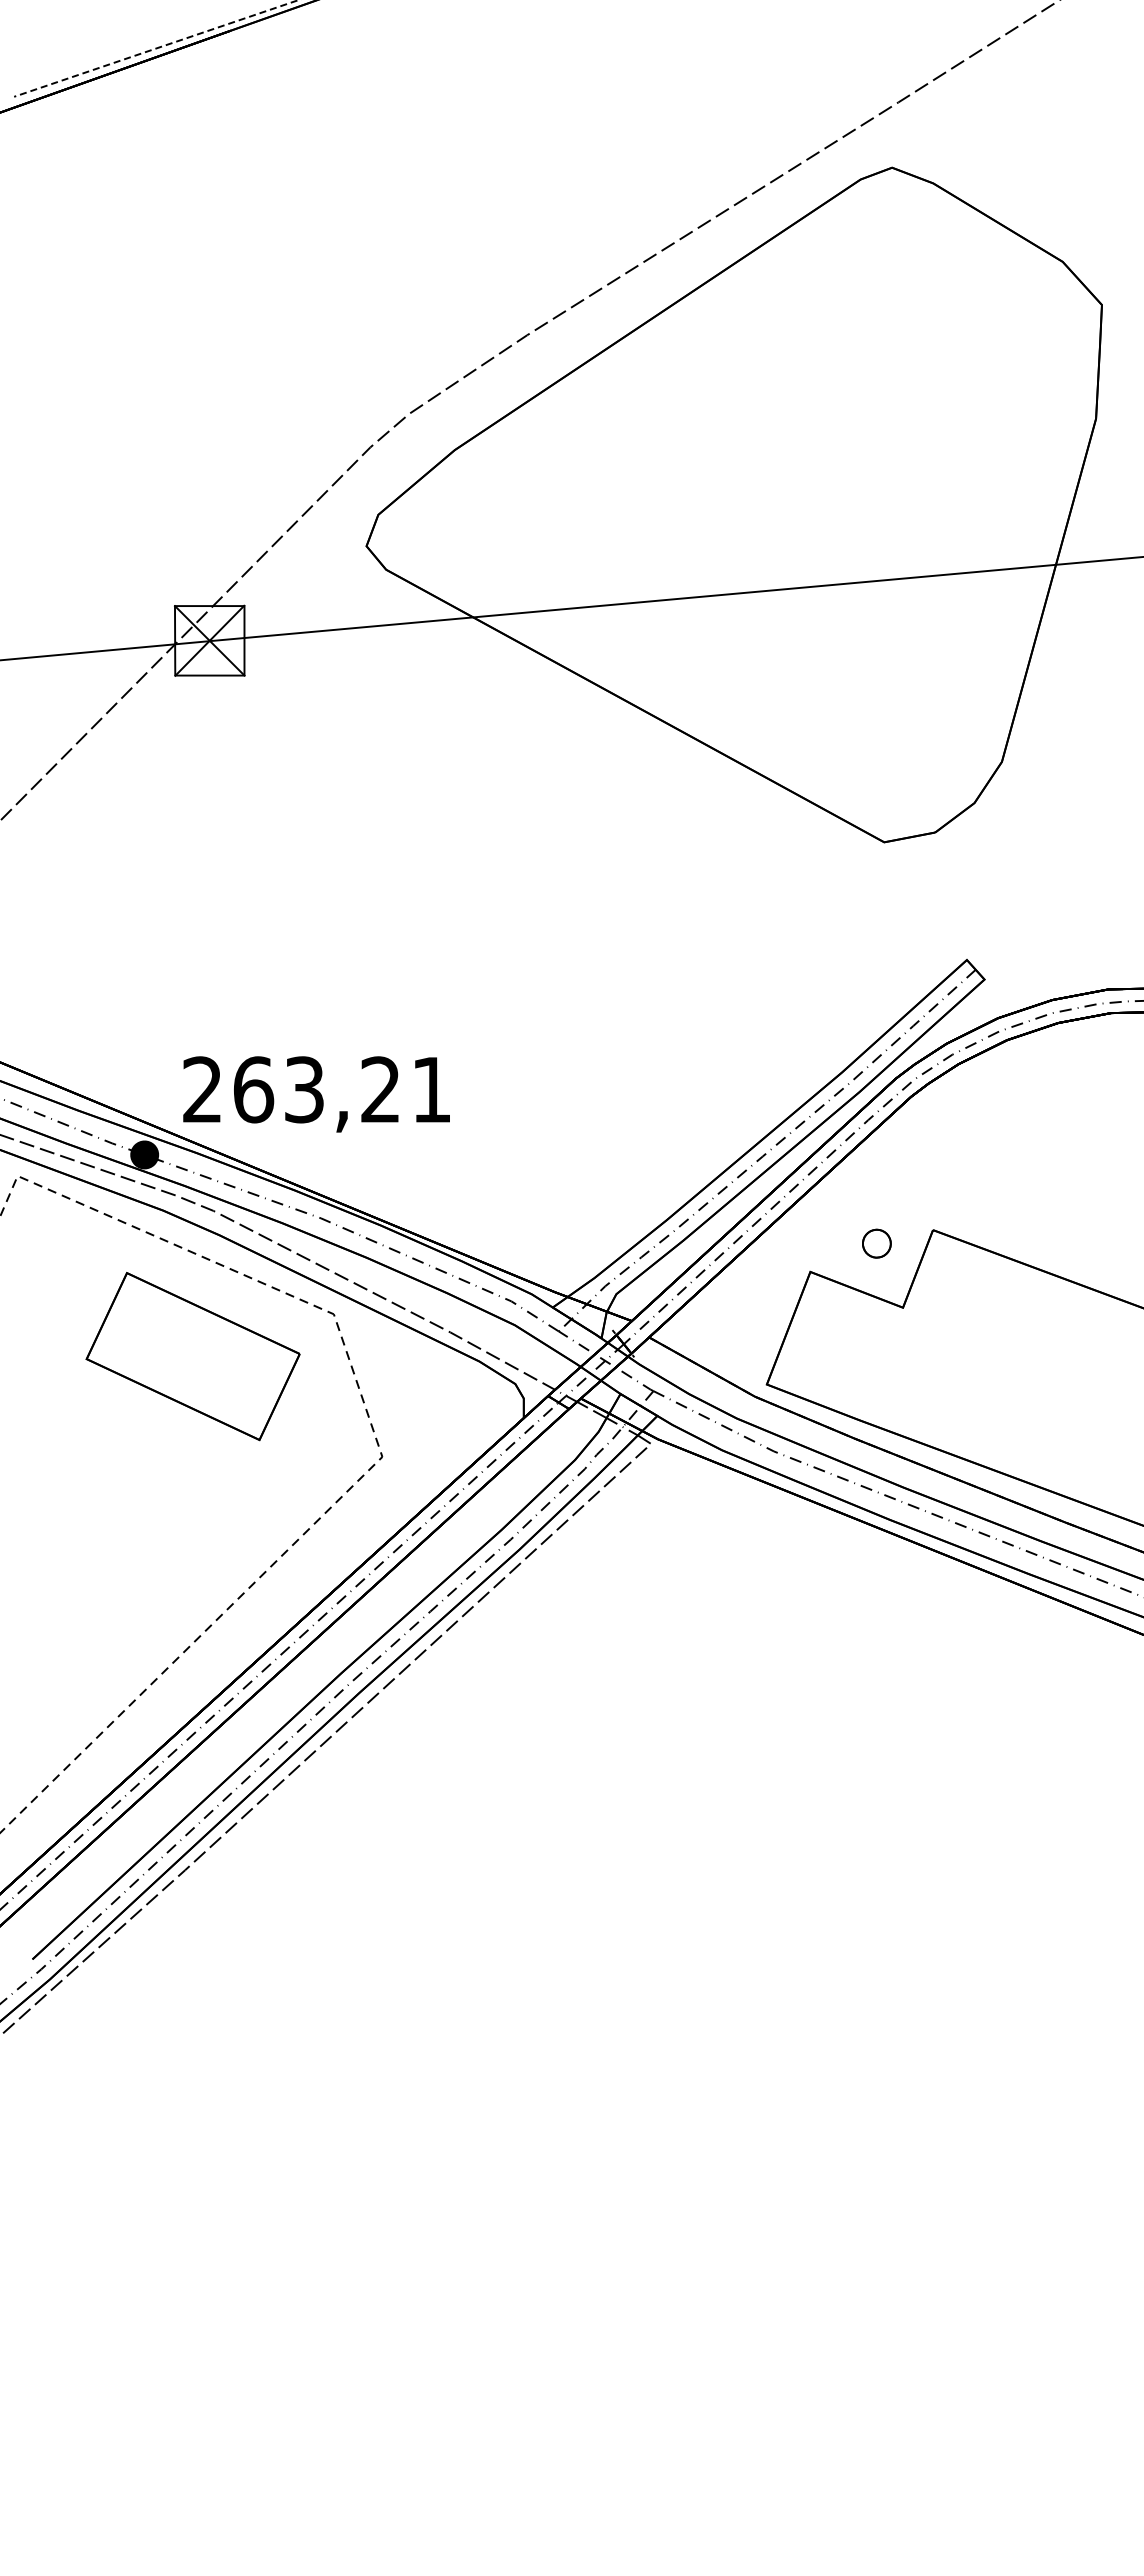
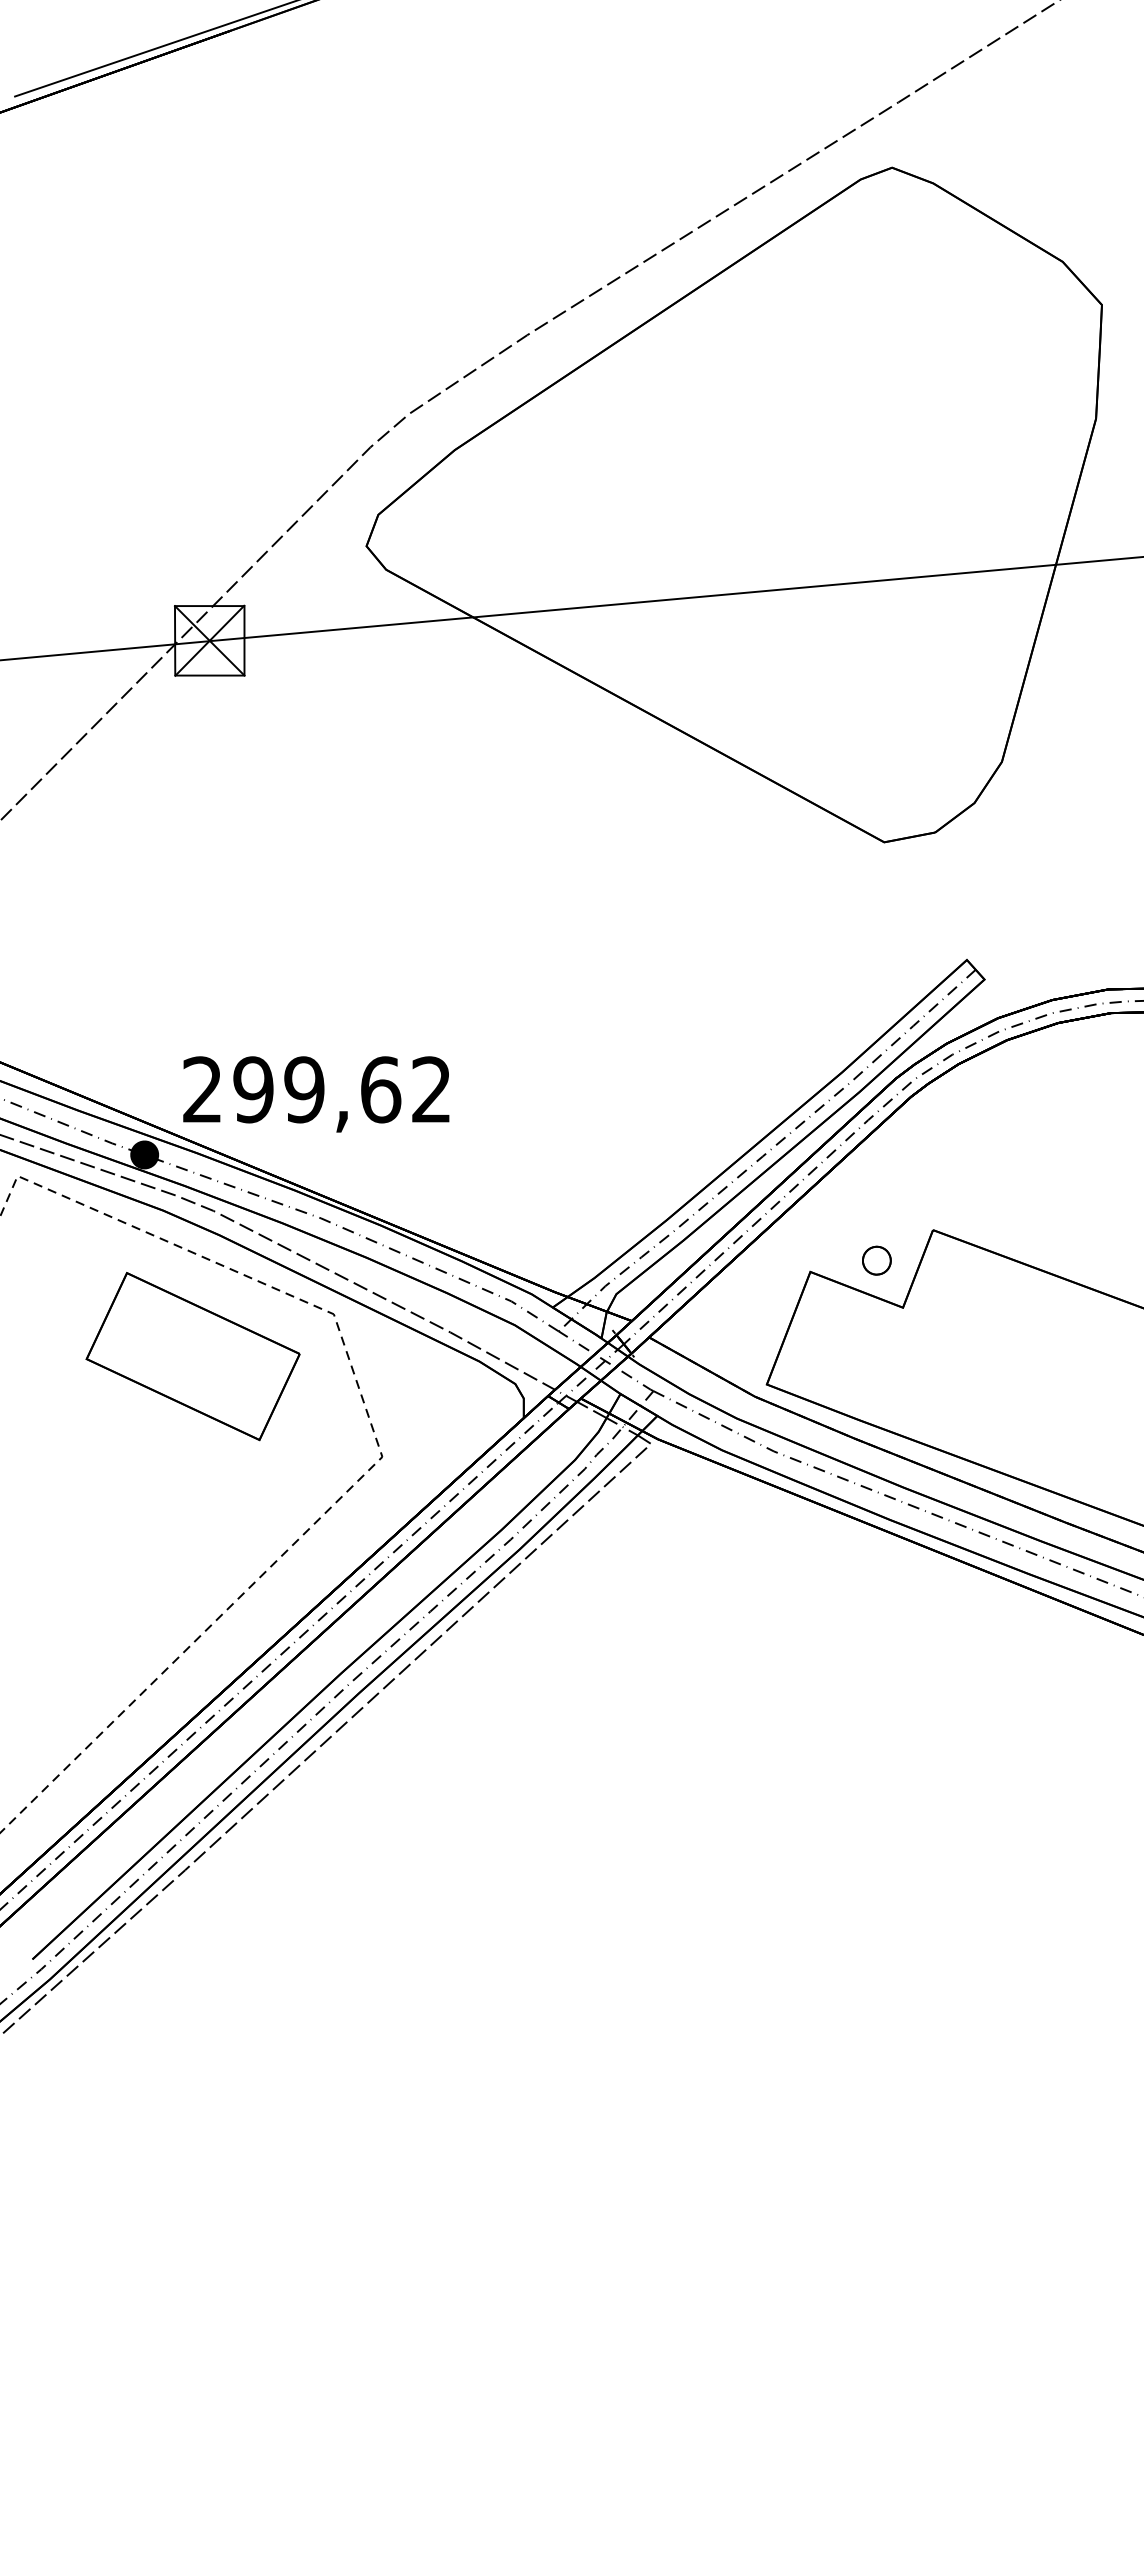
line at (155, 48): dashed -> solid
text at (341, 1089): 263,21 -> 299,62
part at (876, 1243) position: (876, 1243) -> (876, 1260)
